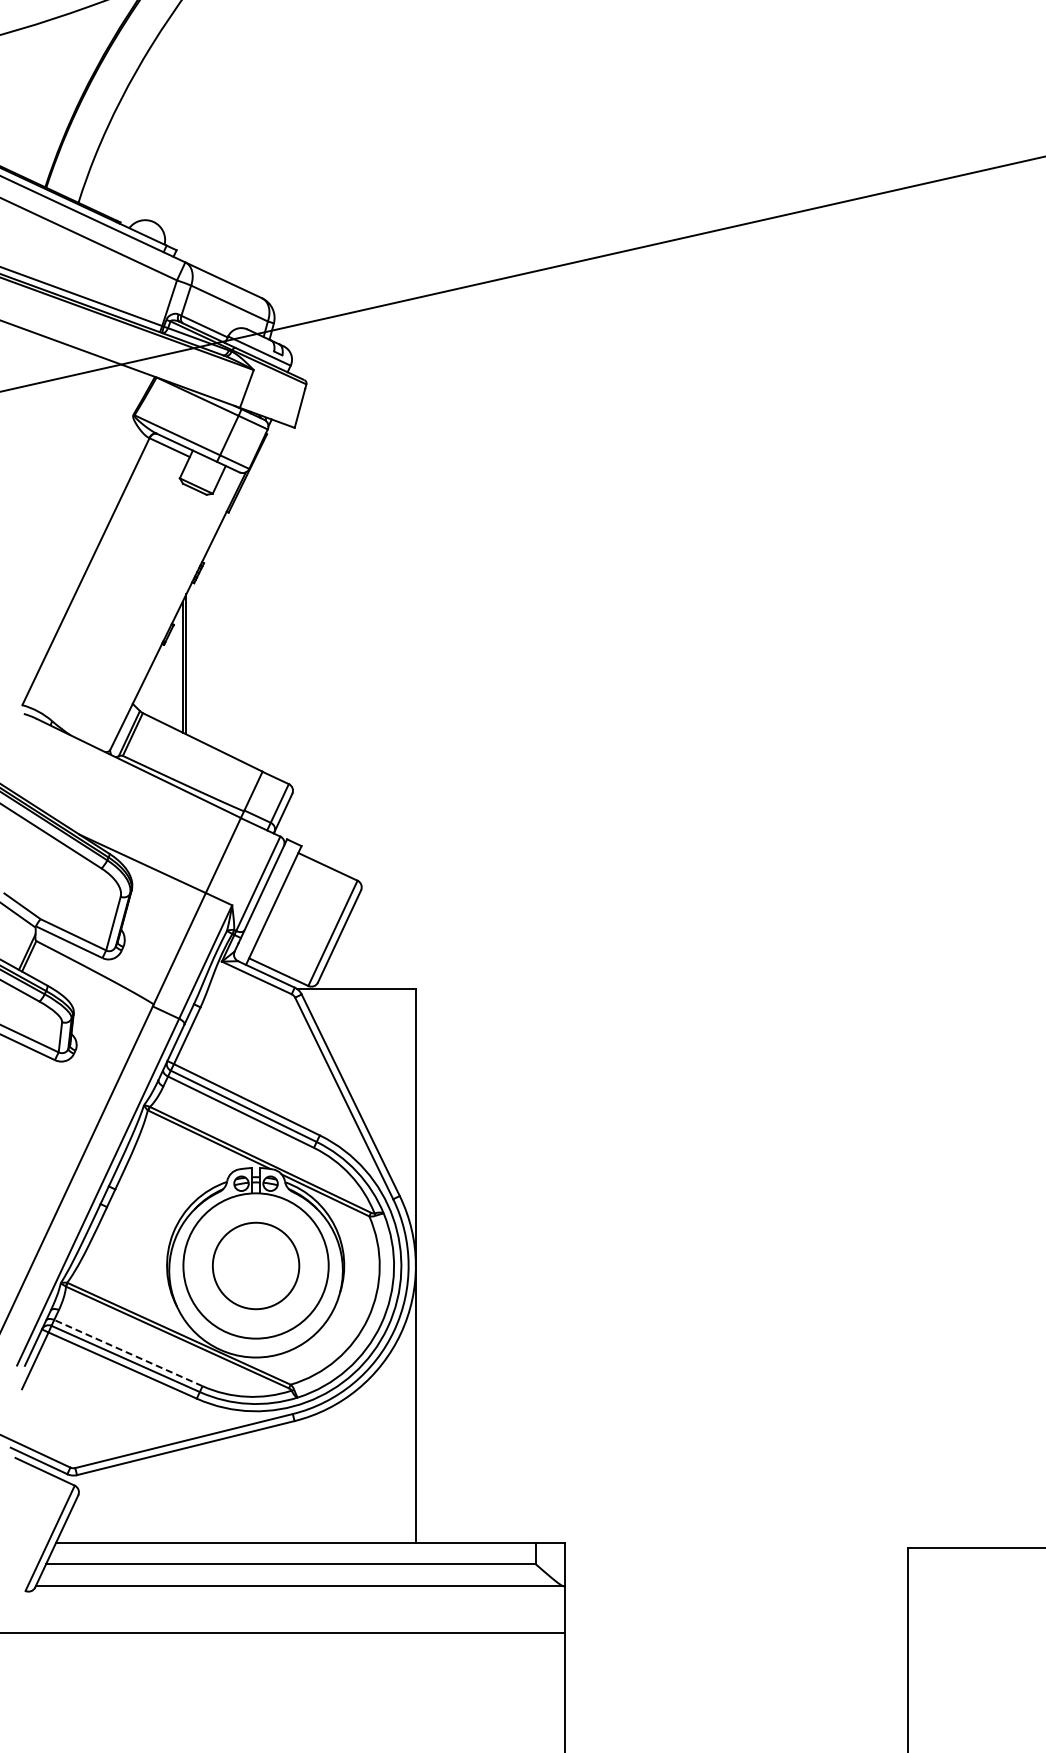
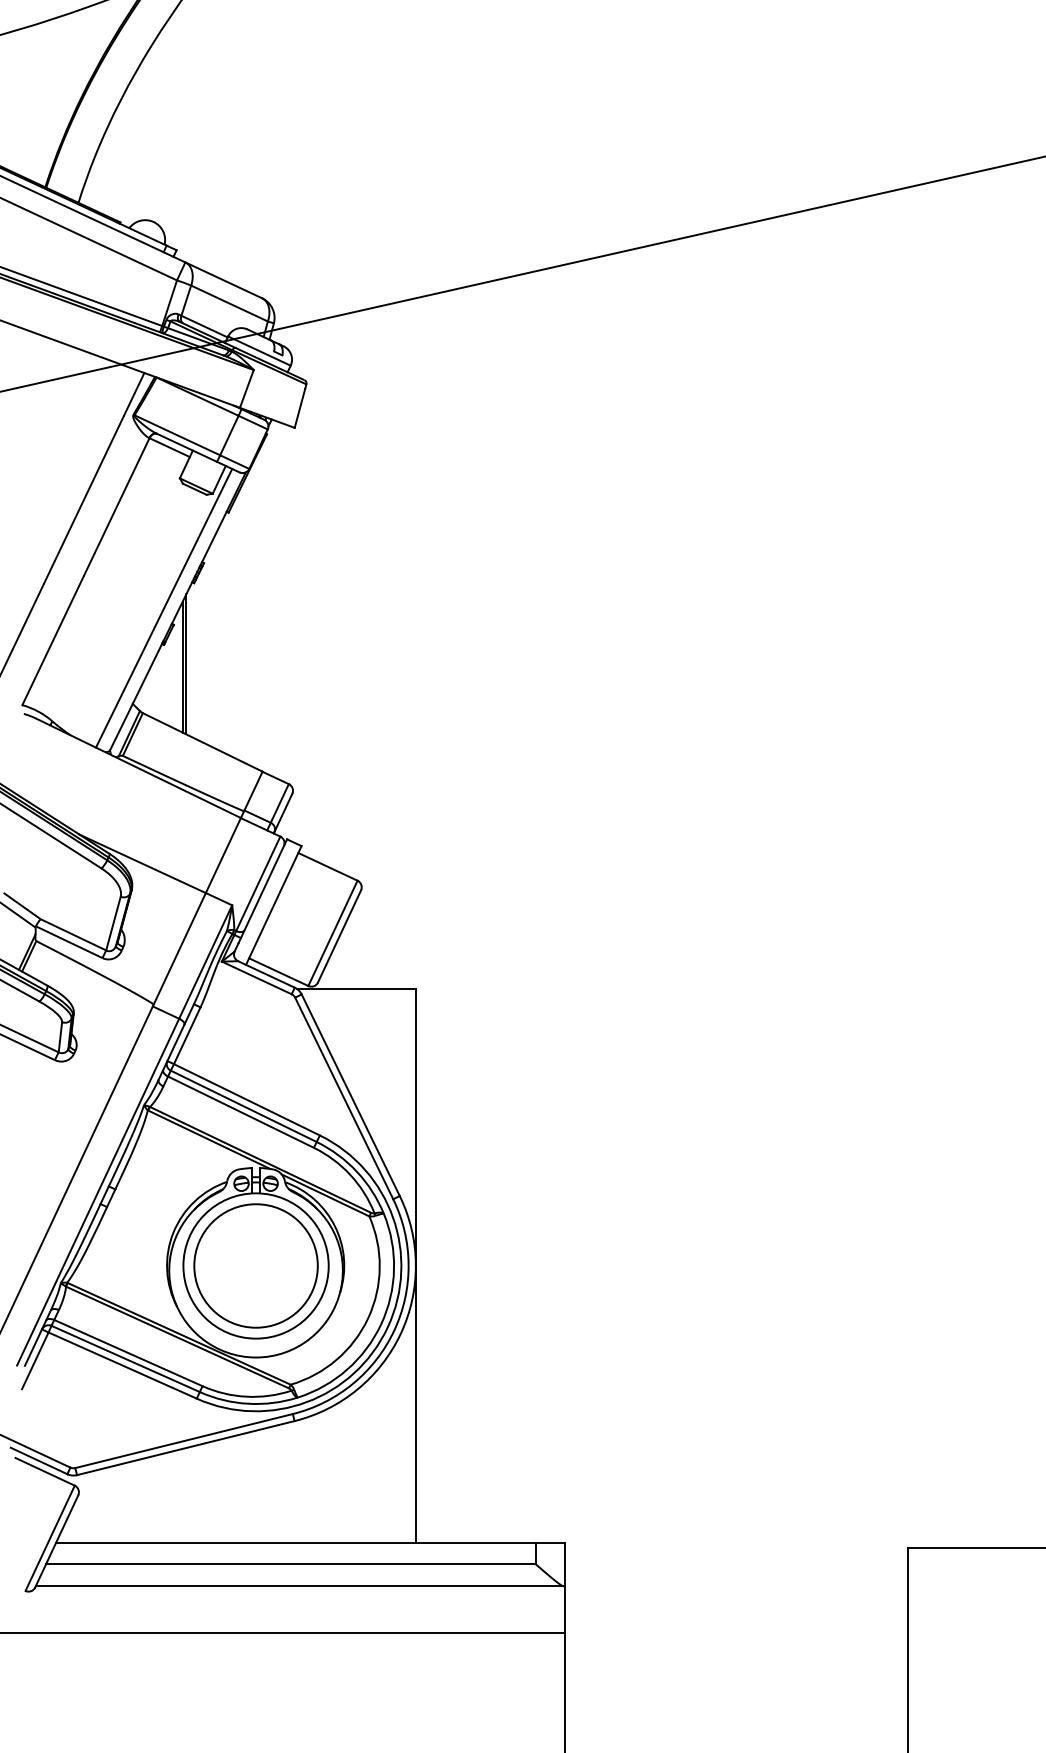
line at (73, 521): none -> present
line at (164, 607): none -> present
circle at (255, 1265) diameter: 86 px -> 124 px
line at (127, 1352): dashed -> solid
